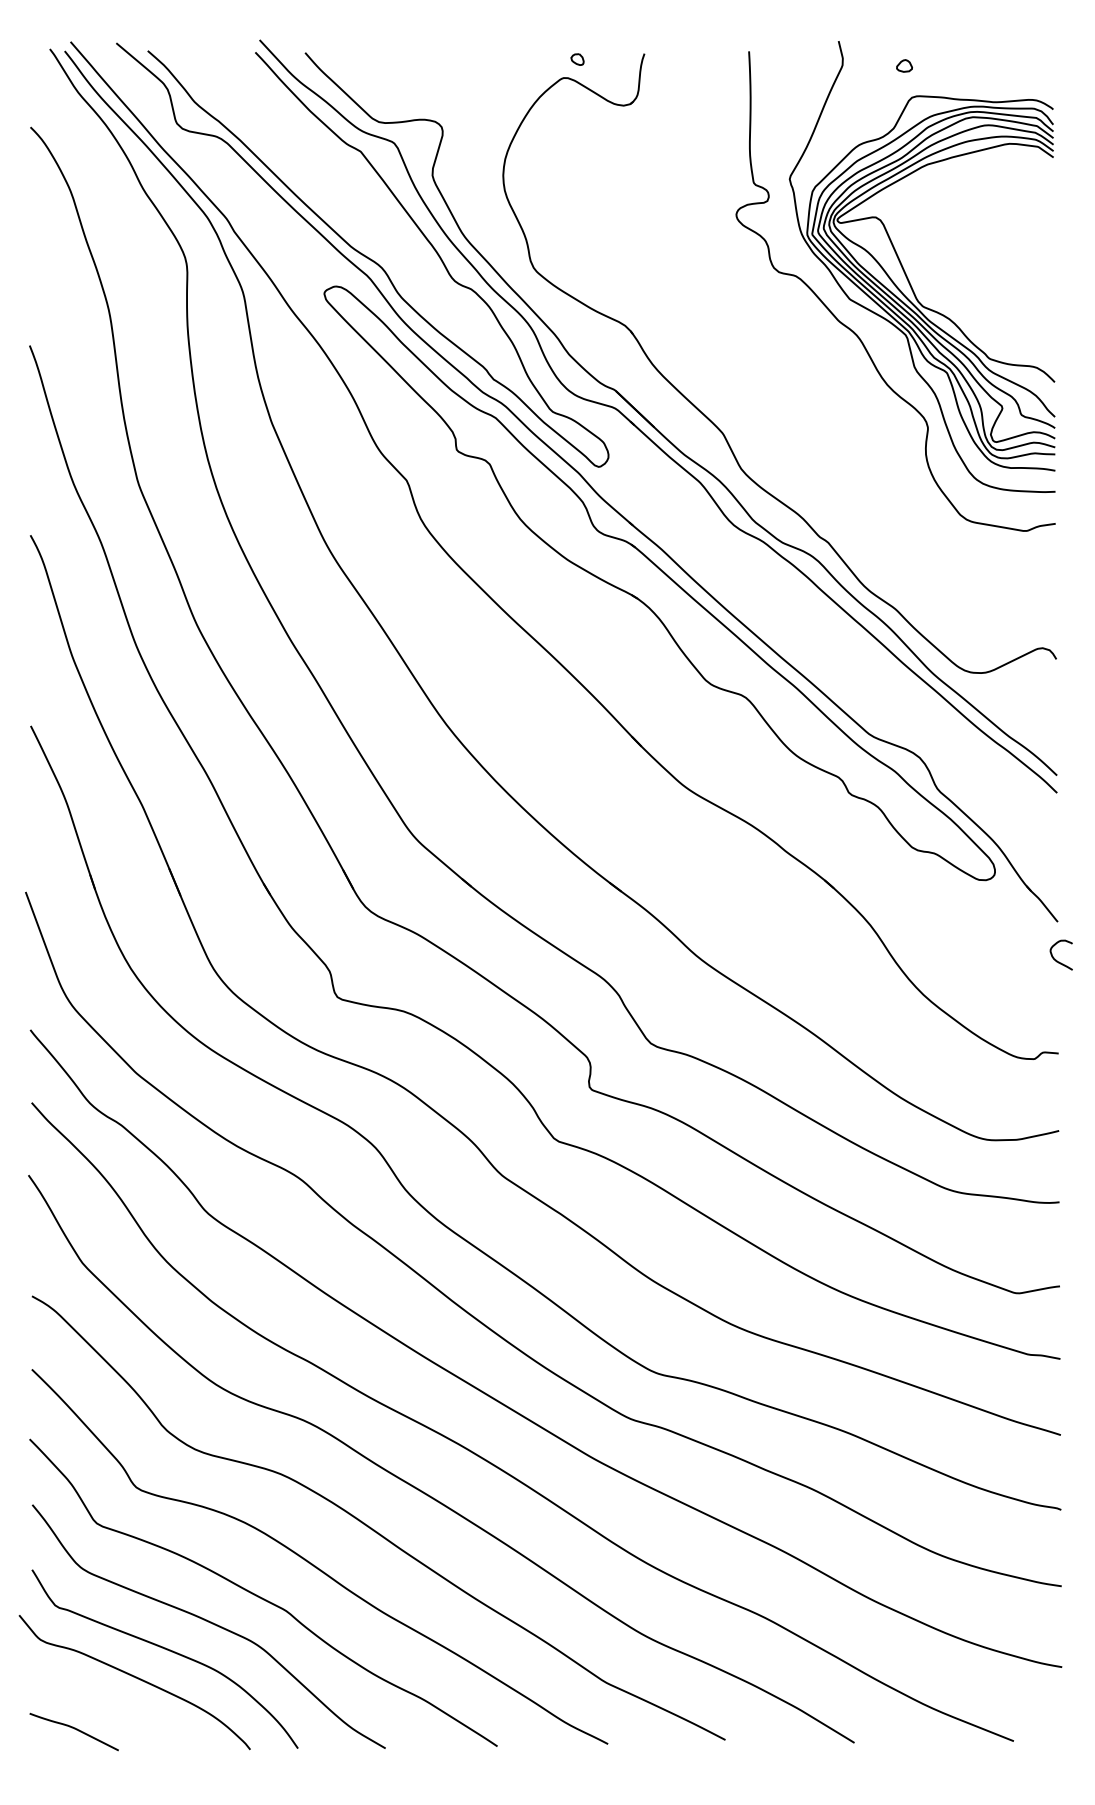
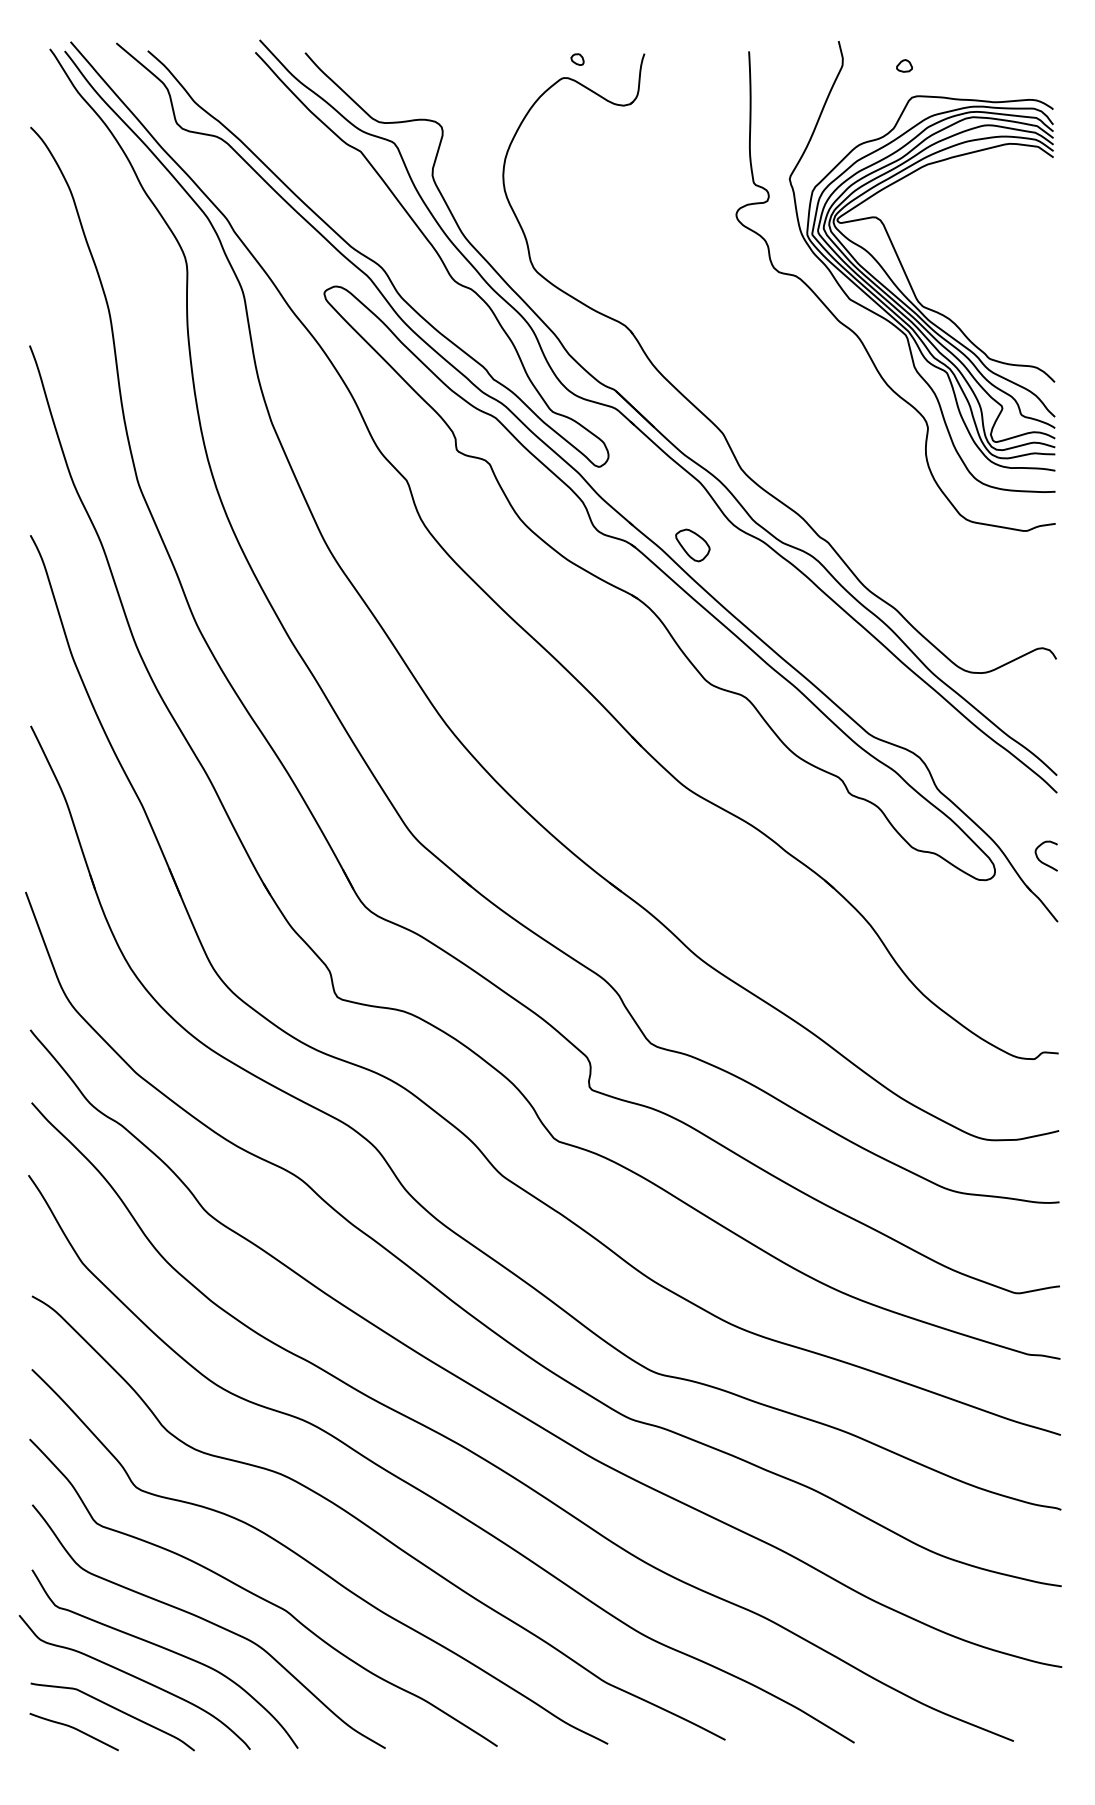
part at (692, 545): none -> present
curve at (1056, 959) position: (1056, 959) -> (1041, 860)
curve at (114, 1709): none -> present
